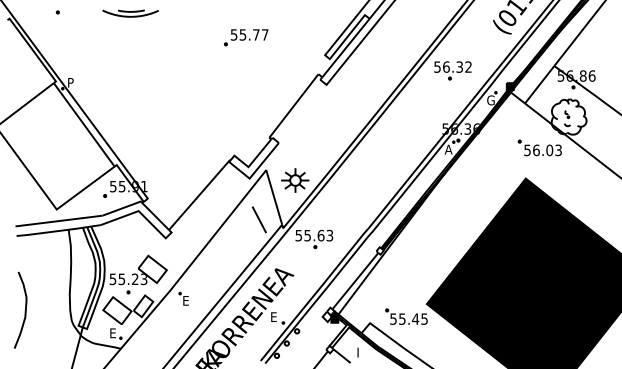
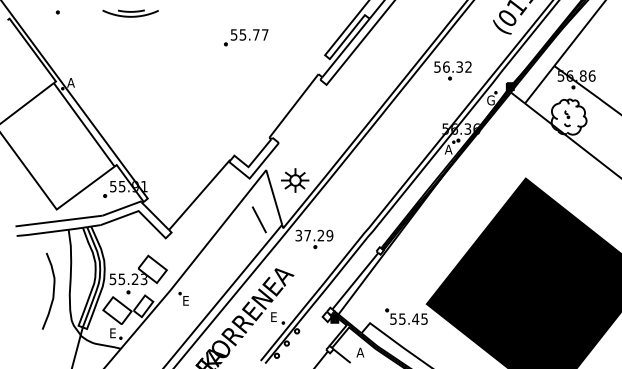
text at (70, 82): P -> A
part at (539, 147): present -> none
text at (314, 235): 55.63 -> 37.29
curve at (24, 310) position: (24, 310) -> (52, 291)
text at (360, 352): I -> A
